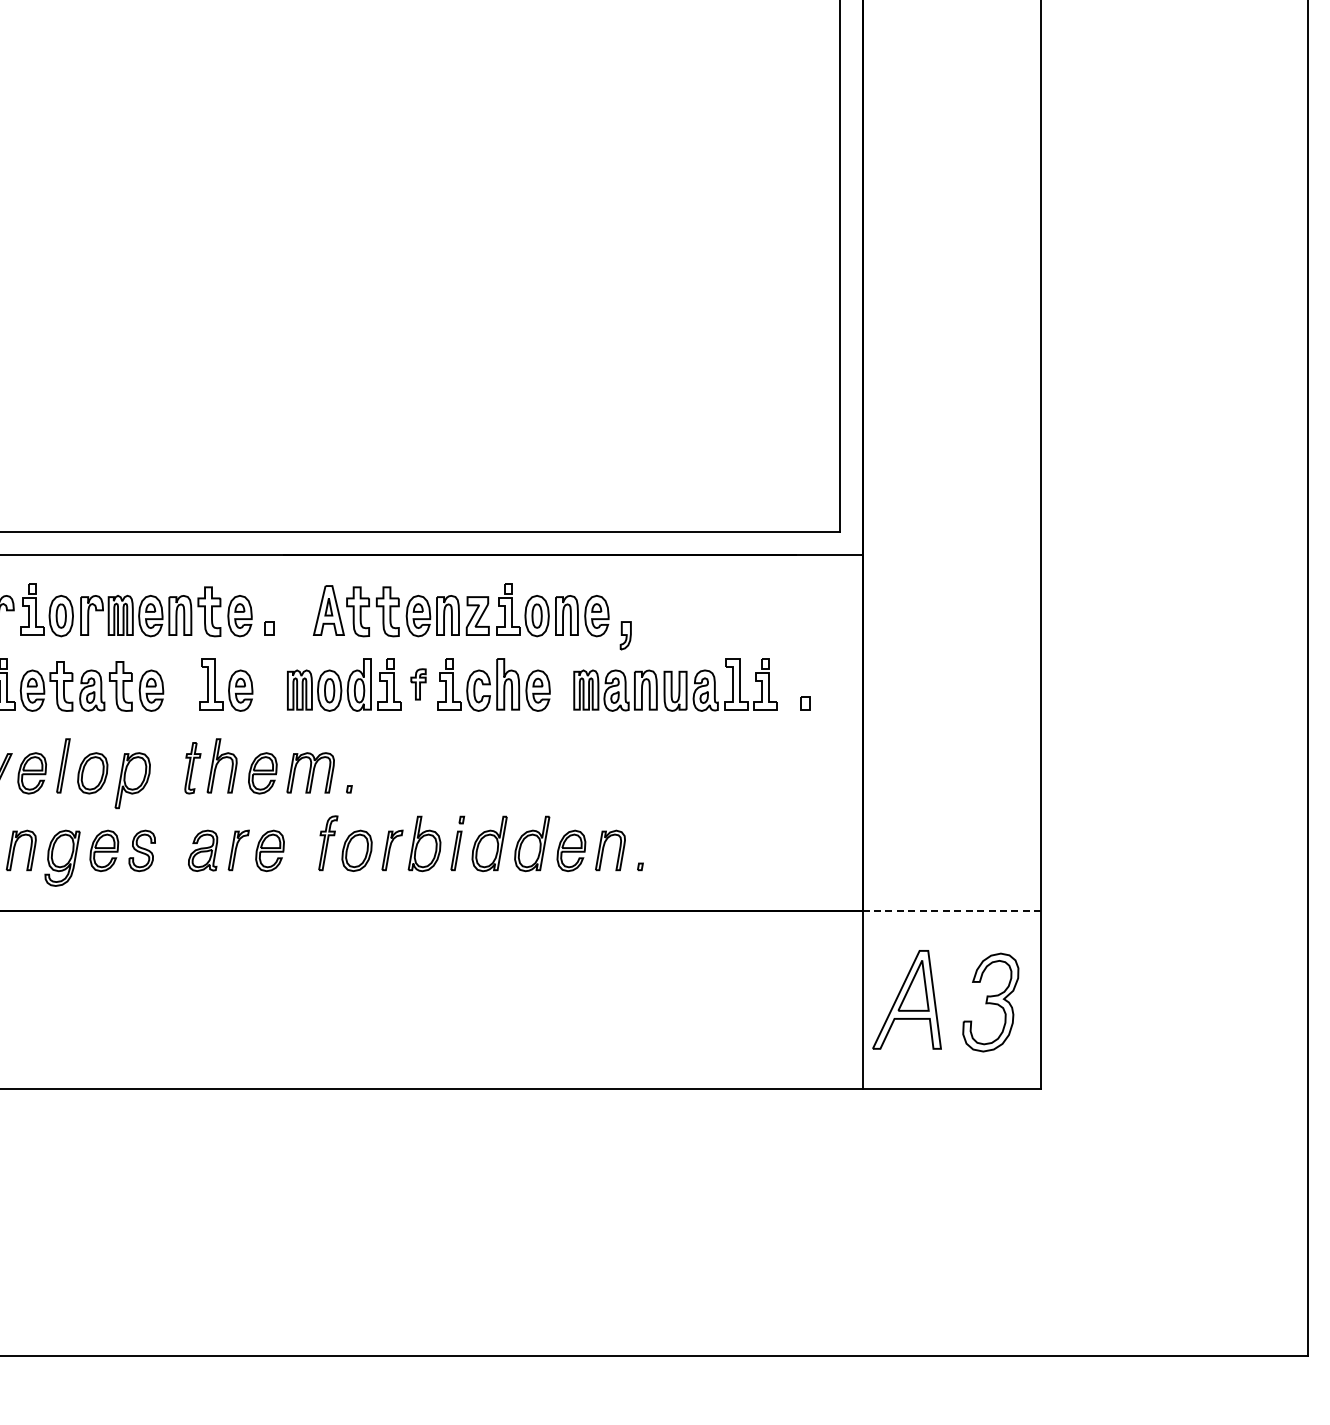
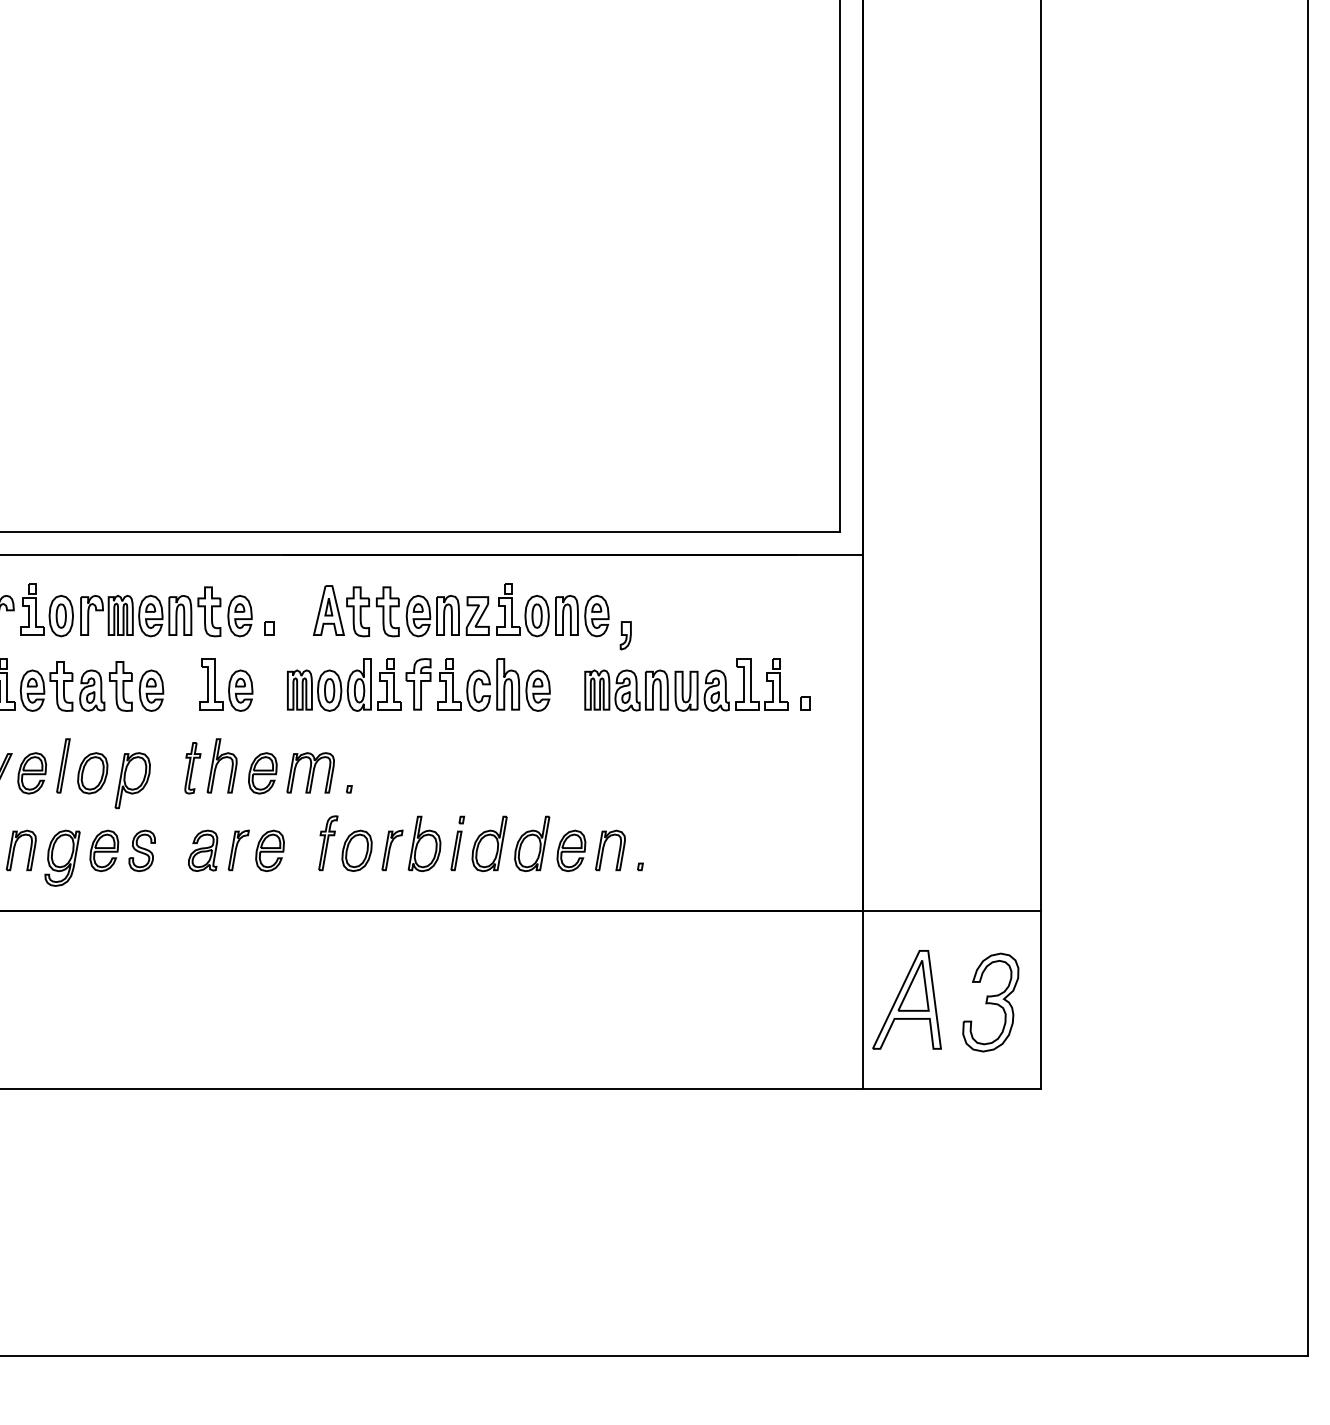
part at (418, 684) size: 17x33 px -> 27x53 px
part at (675, 684) position: (675, 684) -> (686, 684)
line at (952, 910): dashed -> solid
